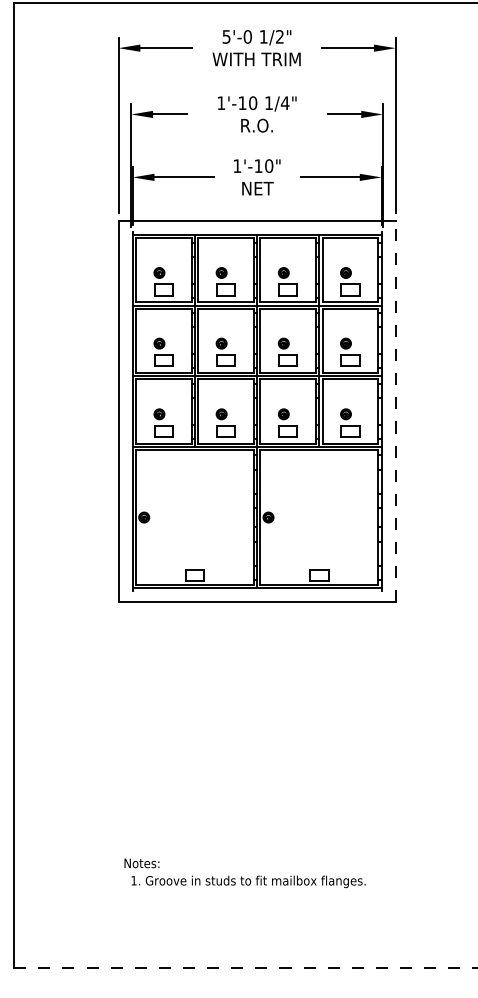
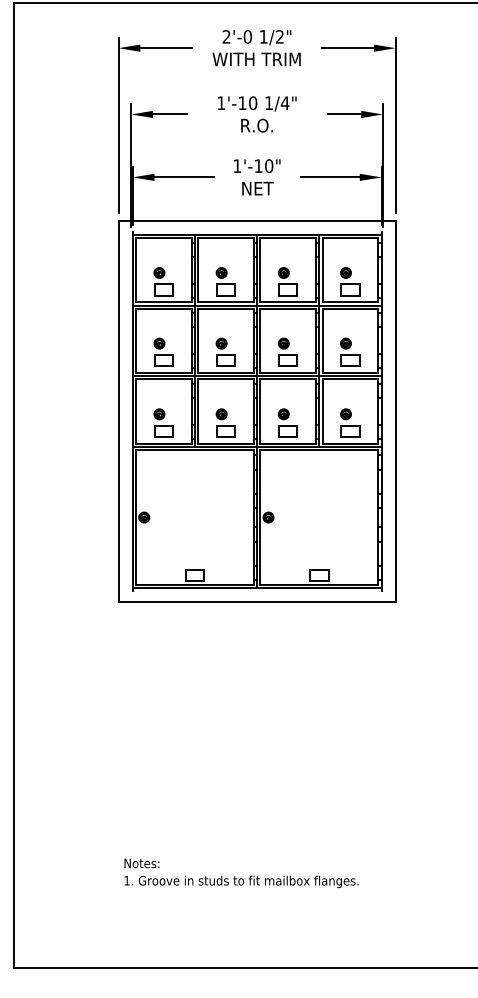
text at (226, 36): 5'-0 -> 2'-0
line at (395, 411): dashed -> solid
text at (248, 881) position: (248, 881) -> (241, 881)
line at (246, 968): dashed -> solid
